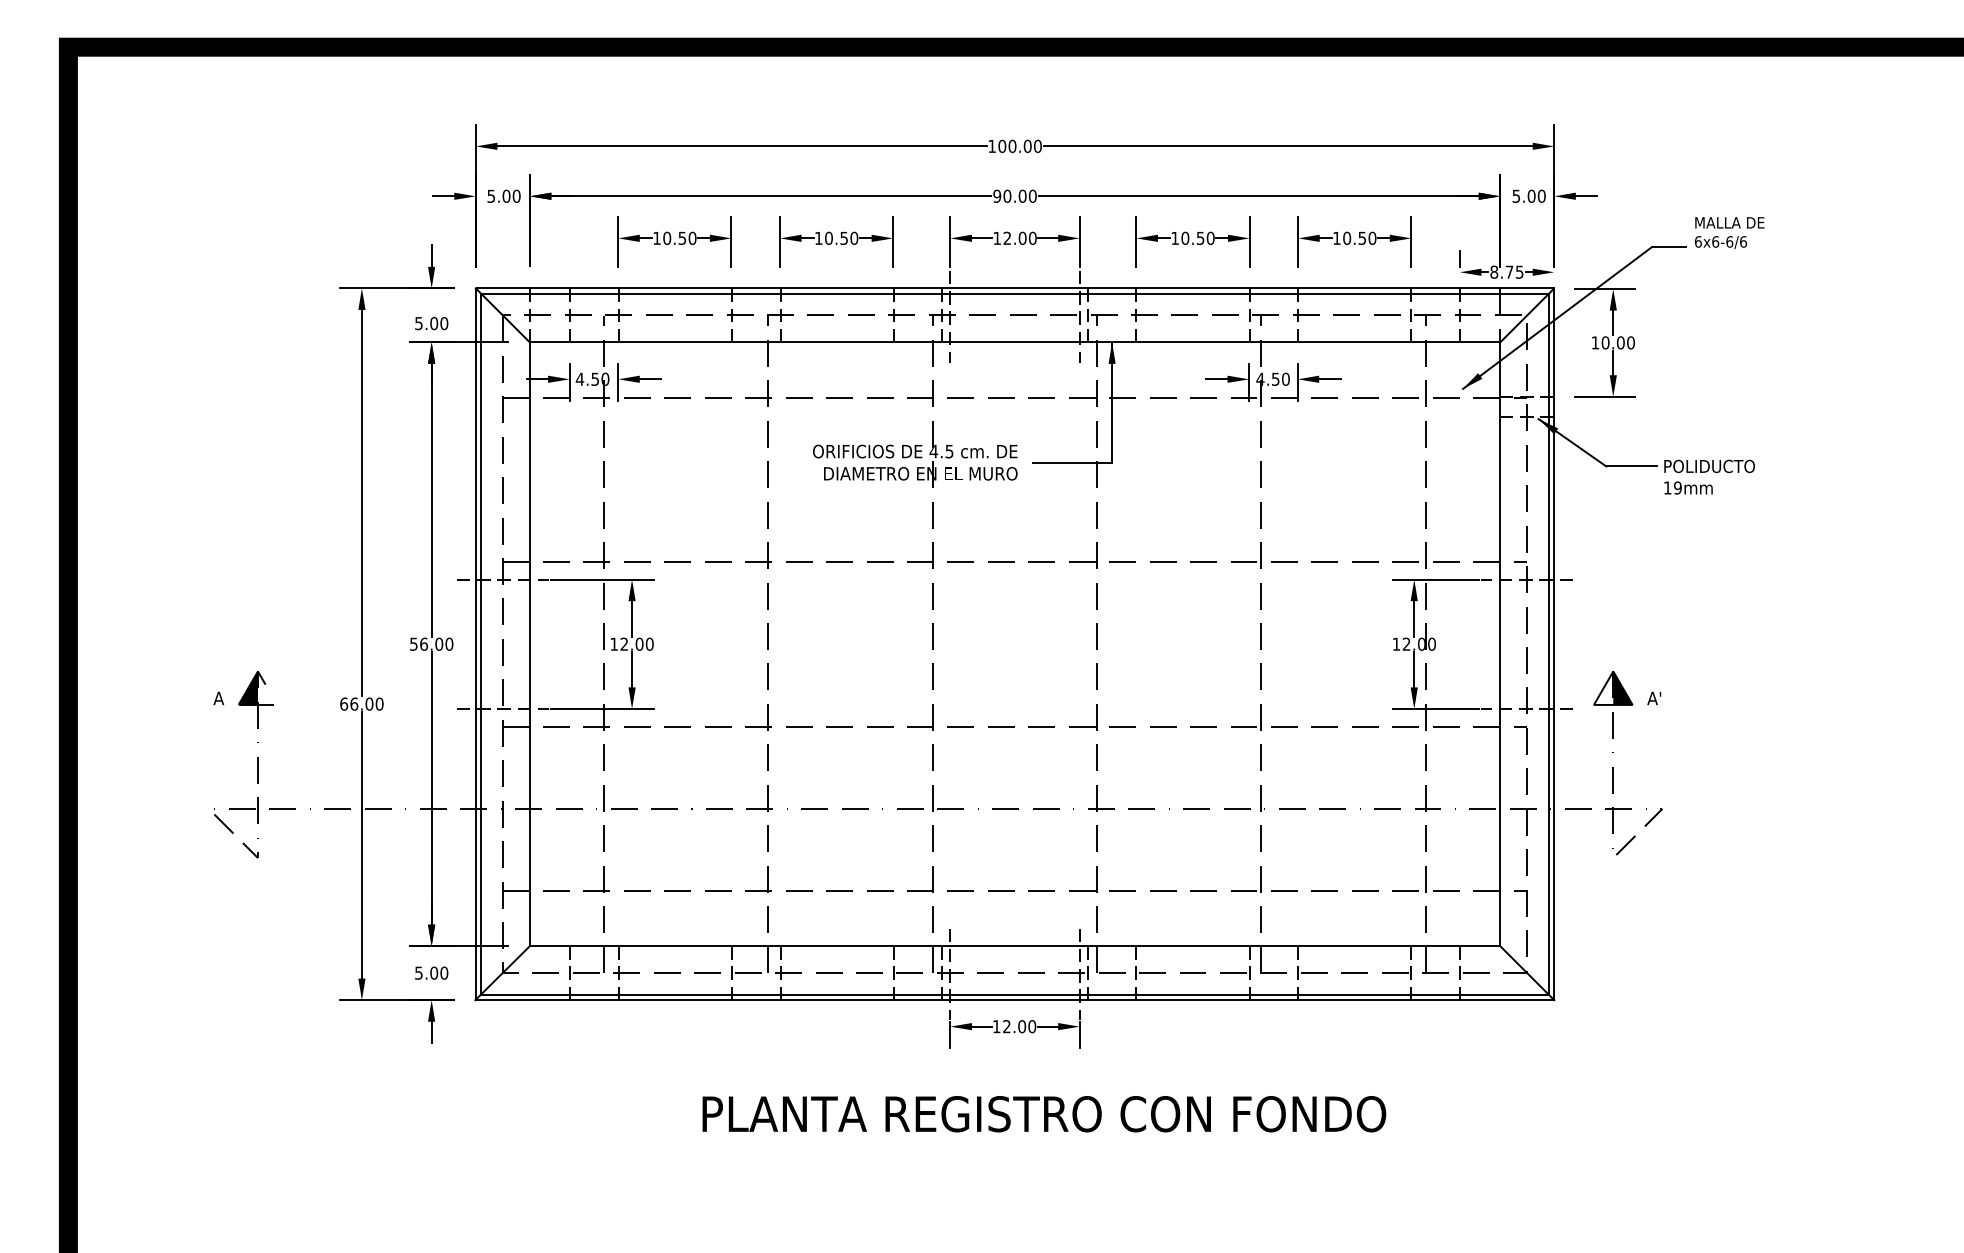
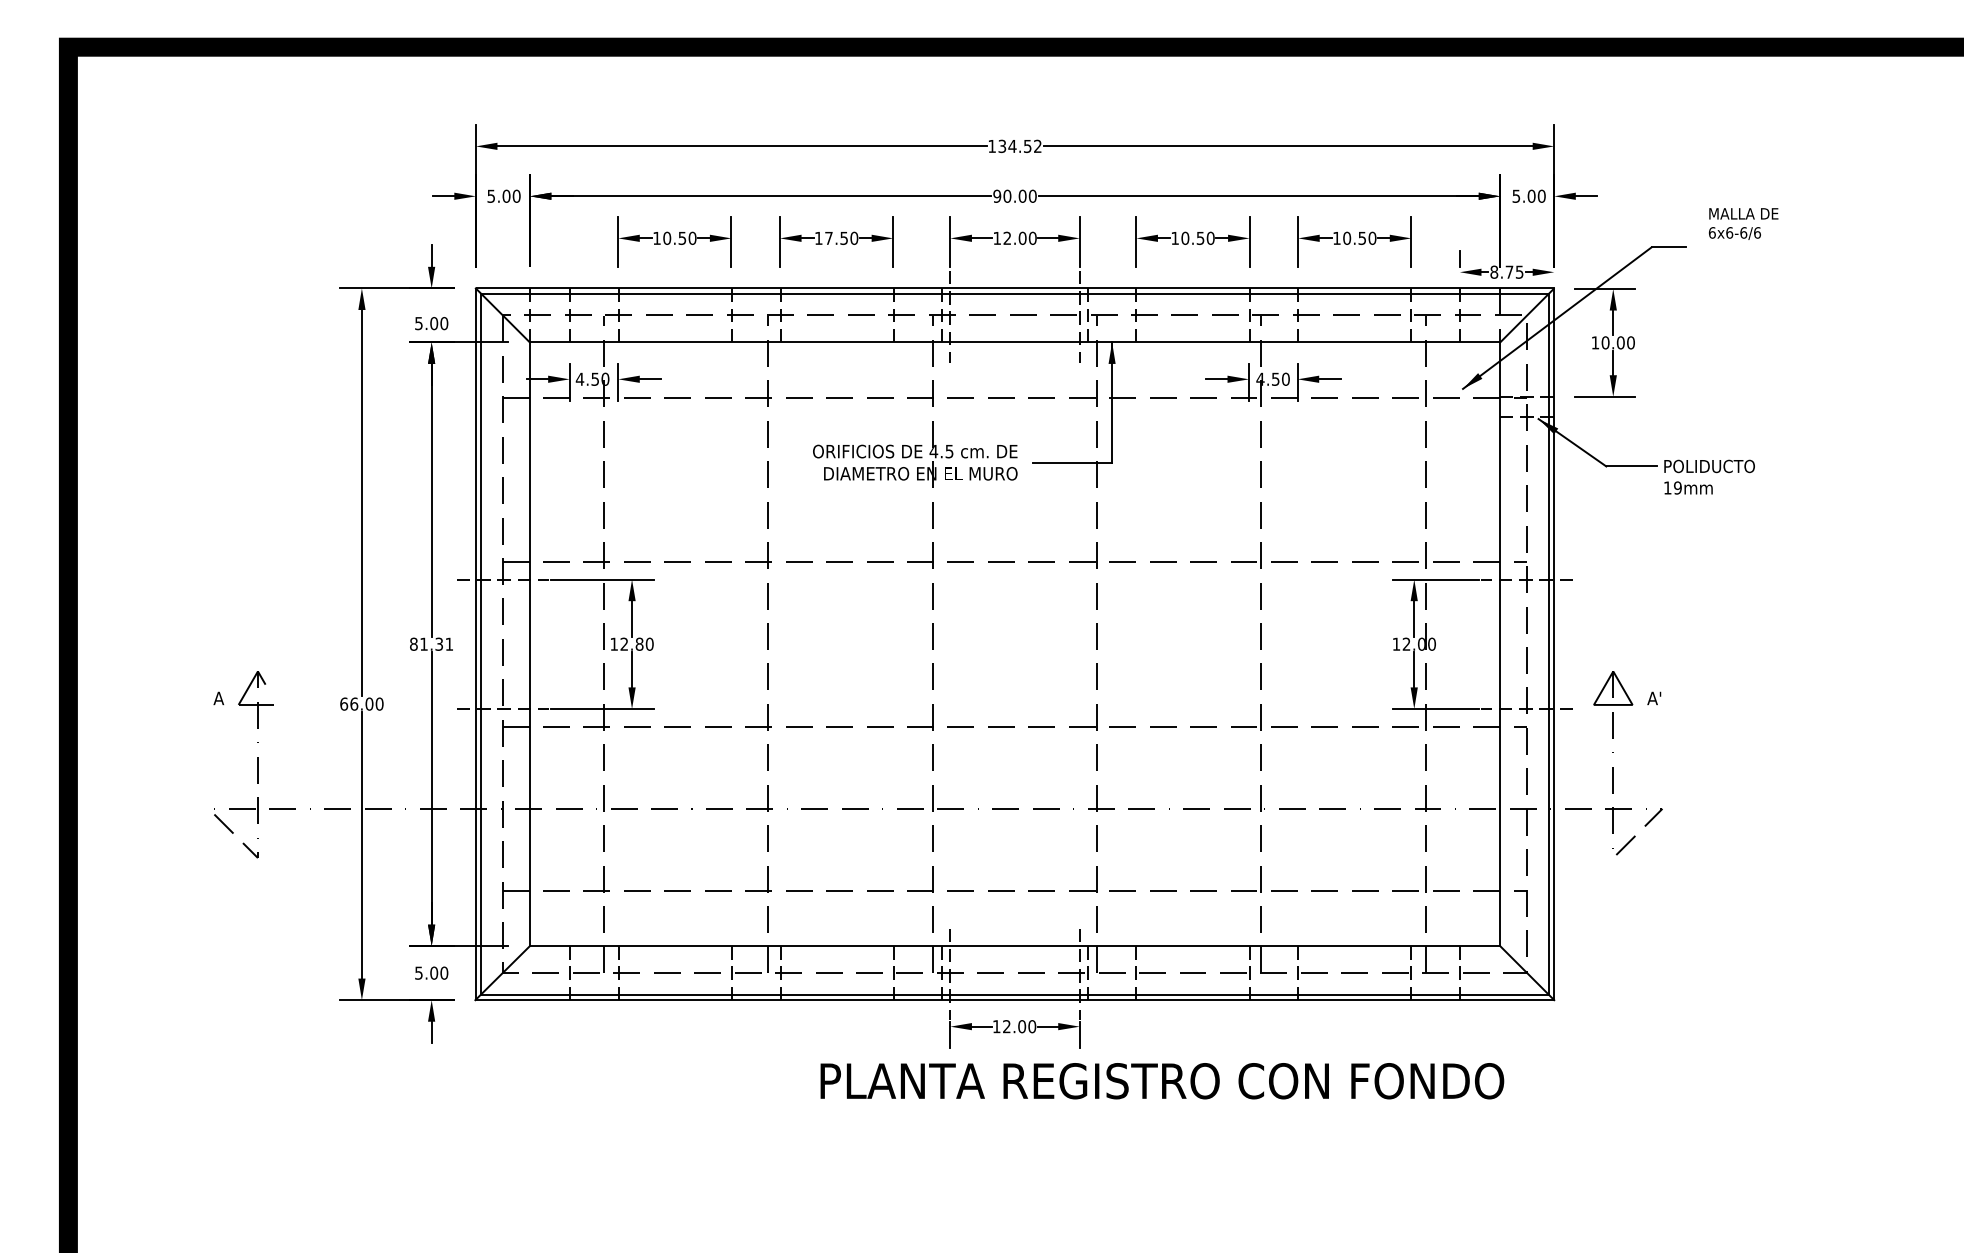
text at (1019, 145): 100.00 -> 134.52
text at (1729, 232) position: (1729, 232) -> (1743, 223)
text at (828, 237): 10.50 -> 17.50
text at (431, 643): 56.00 -> 81.31
text at (639, 644): 12.00 -> 12.80
fill at (247, 687): present -> none
fill at (1622, 687): present -> none
text at (1044, 1114) position: (1044, 1114) -> (1162, 1081)
